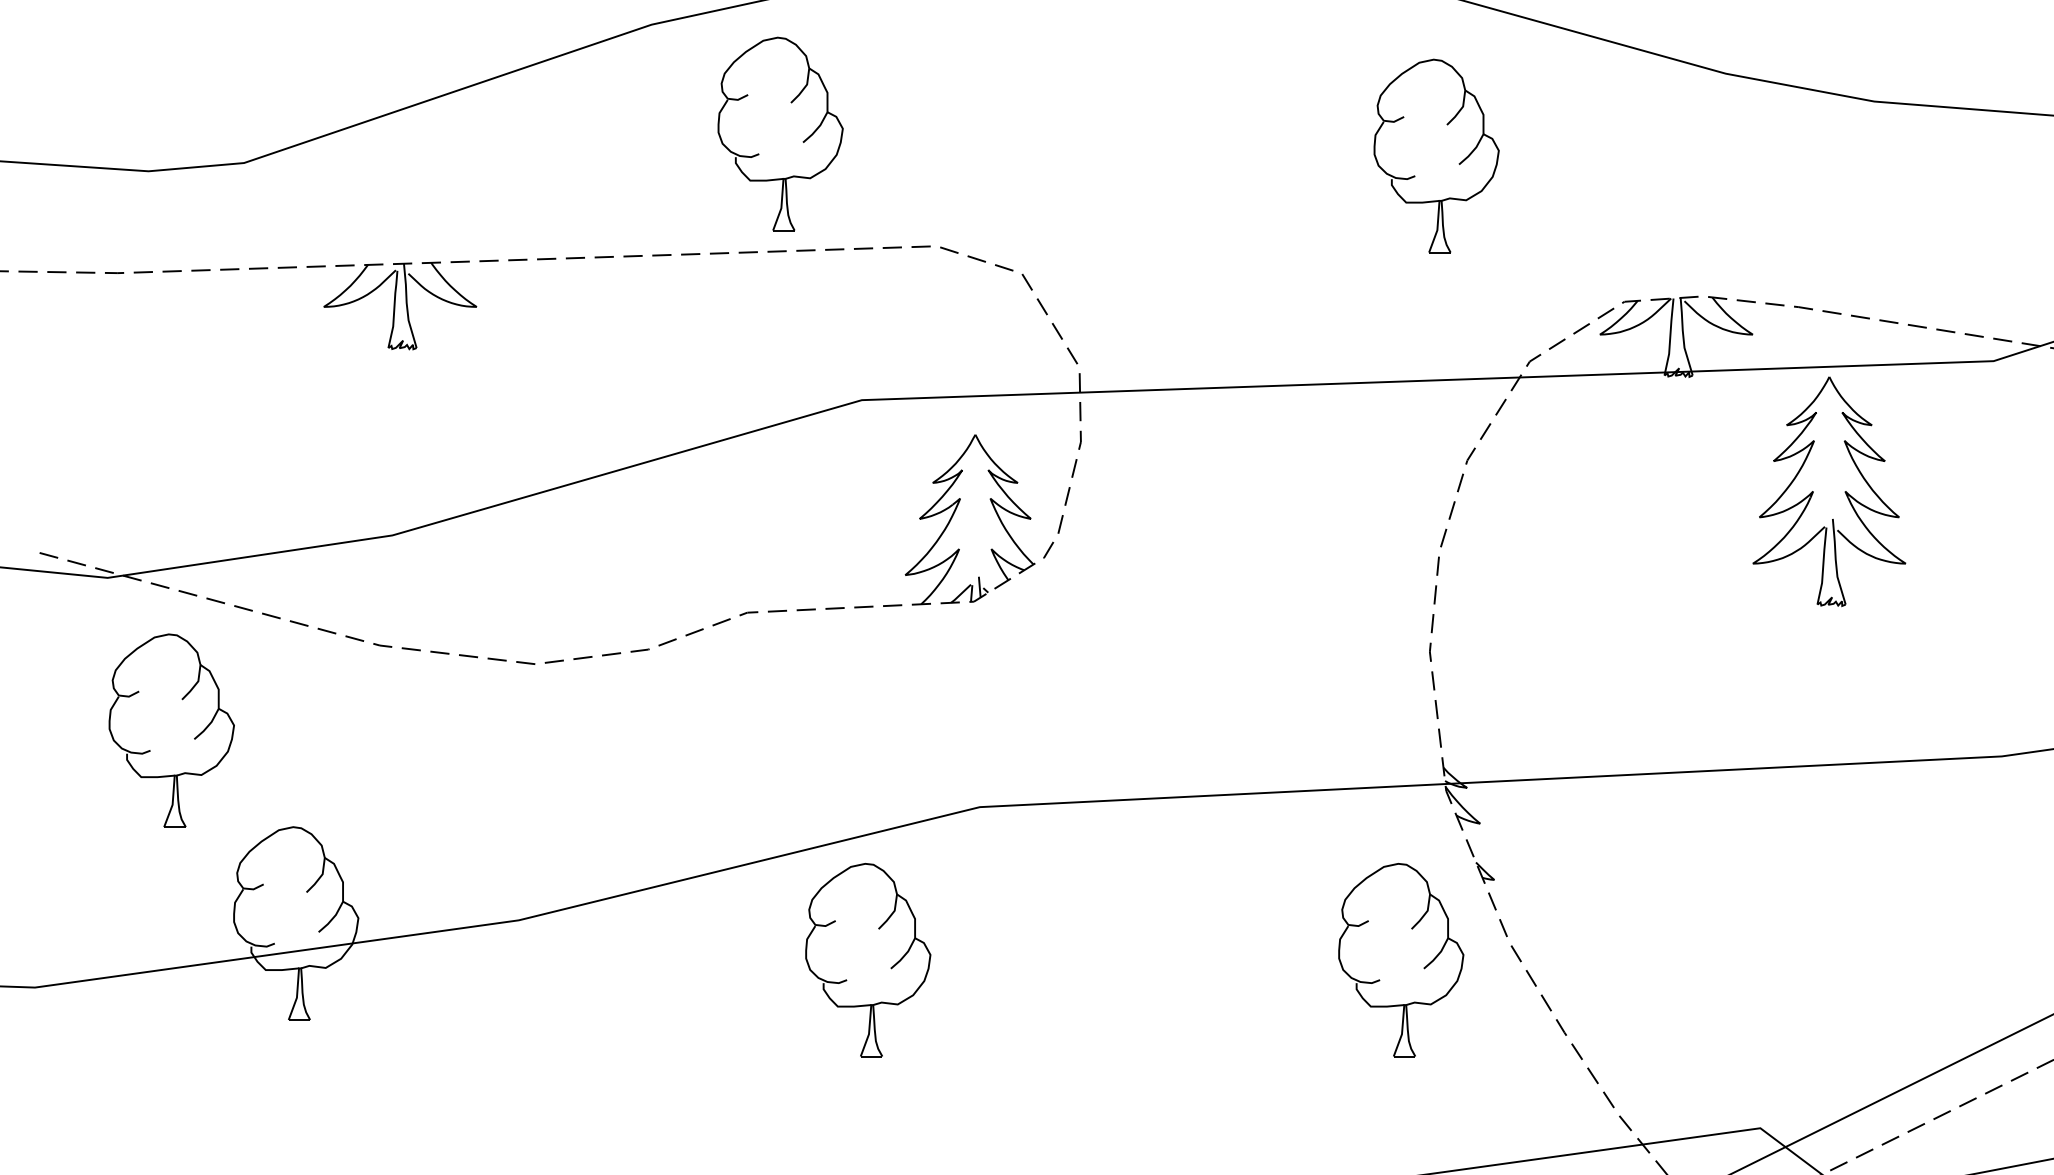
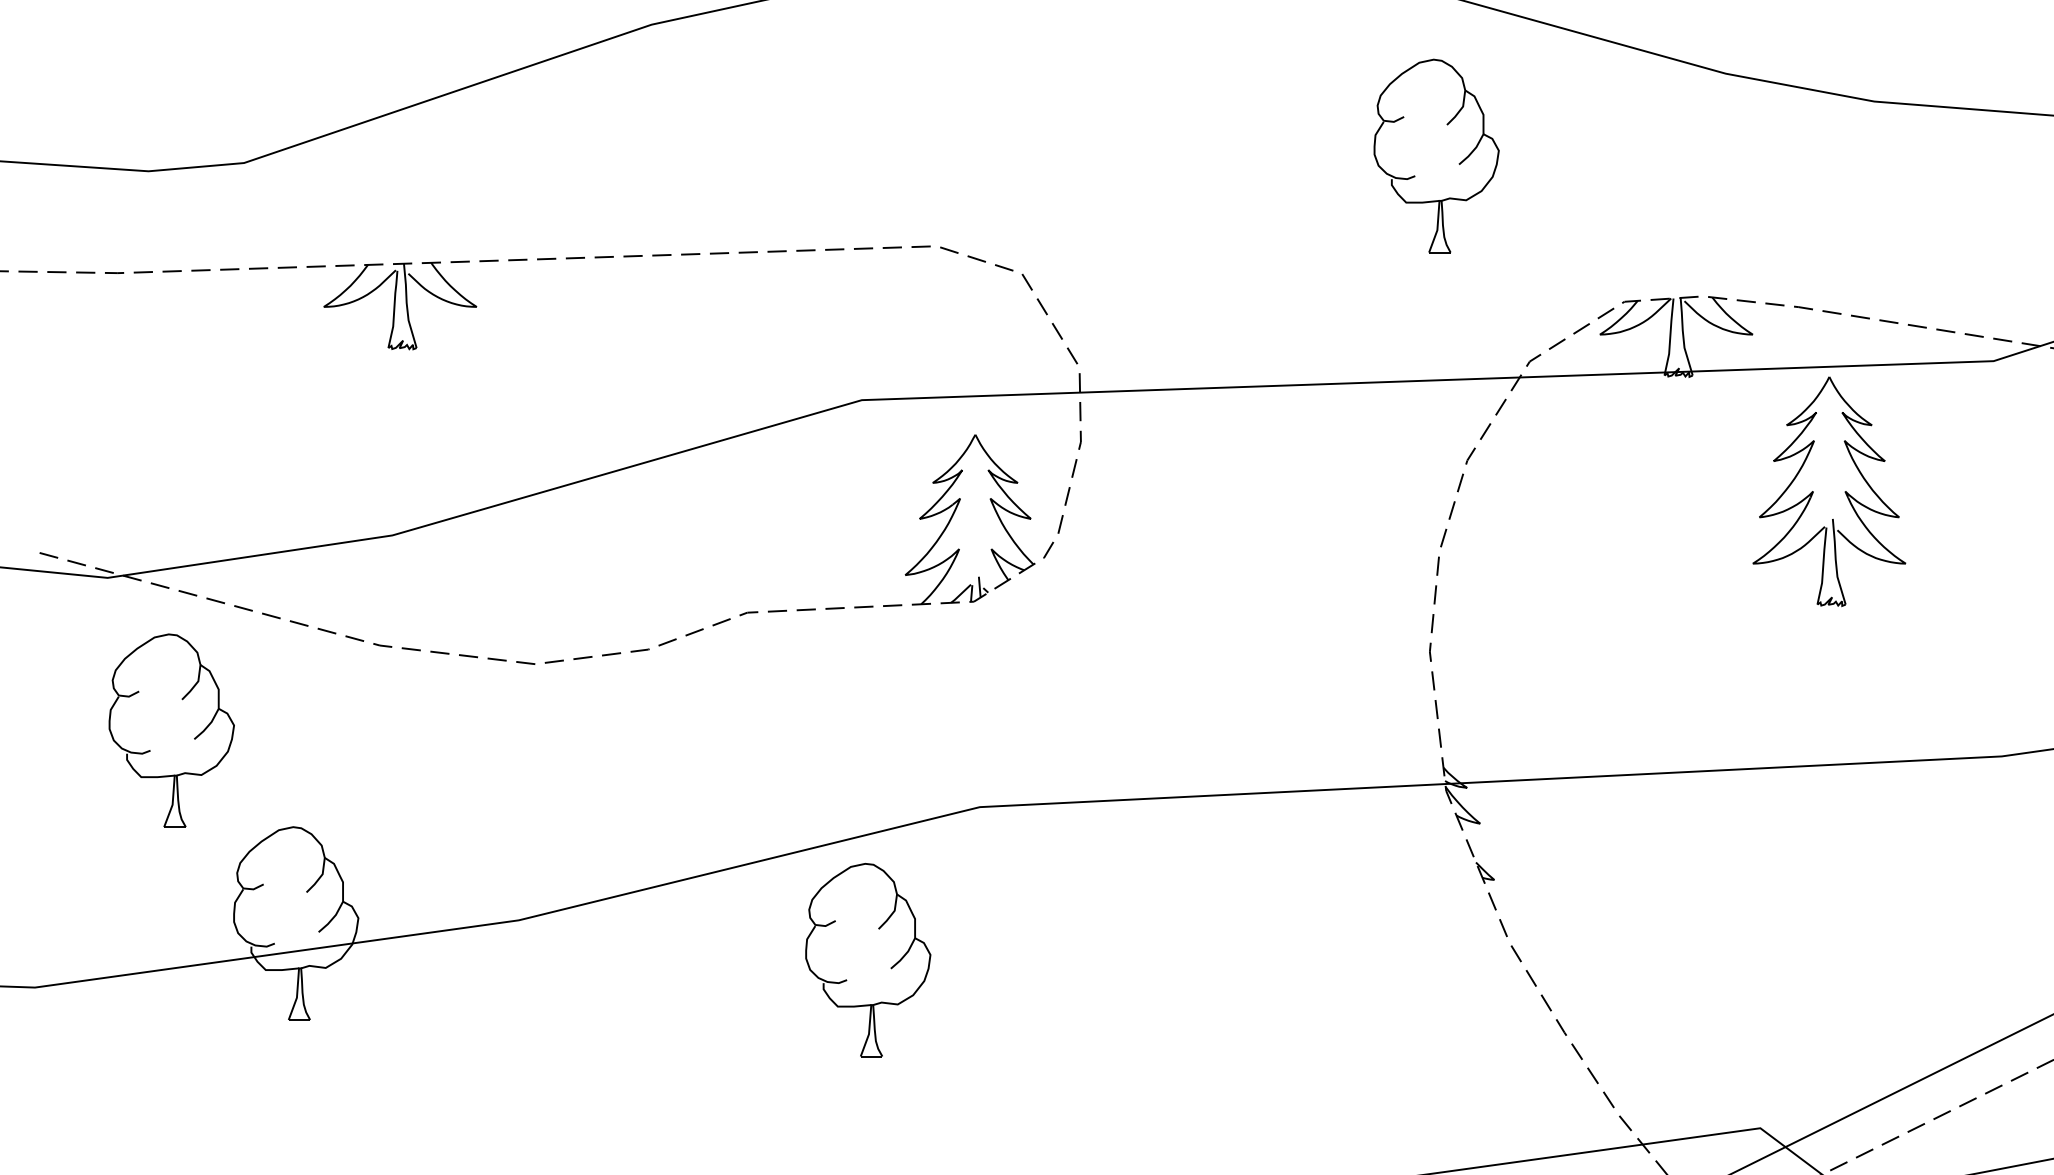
part at (802, 141): present -> none
part at (1401, 960): present -> none
